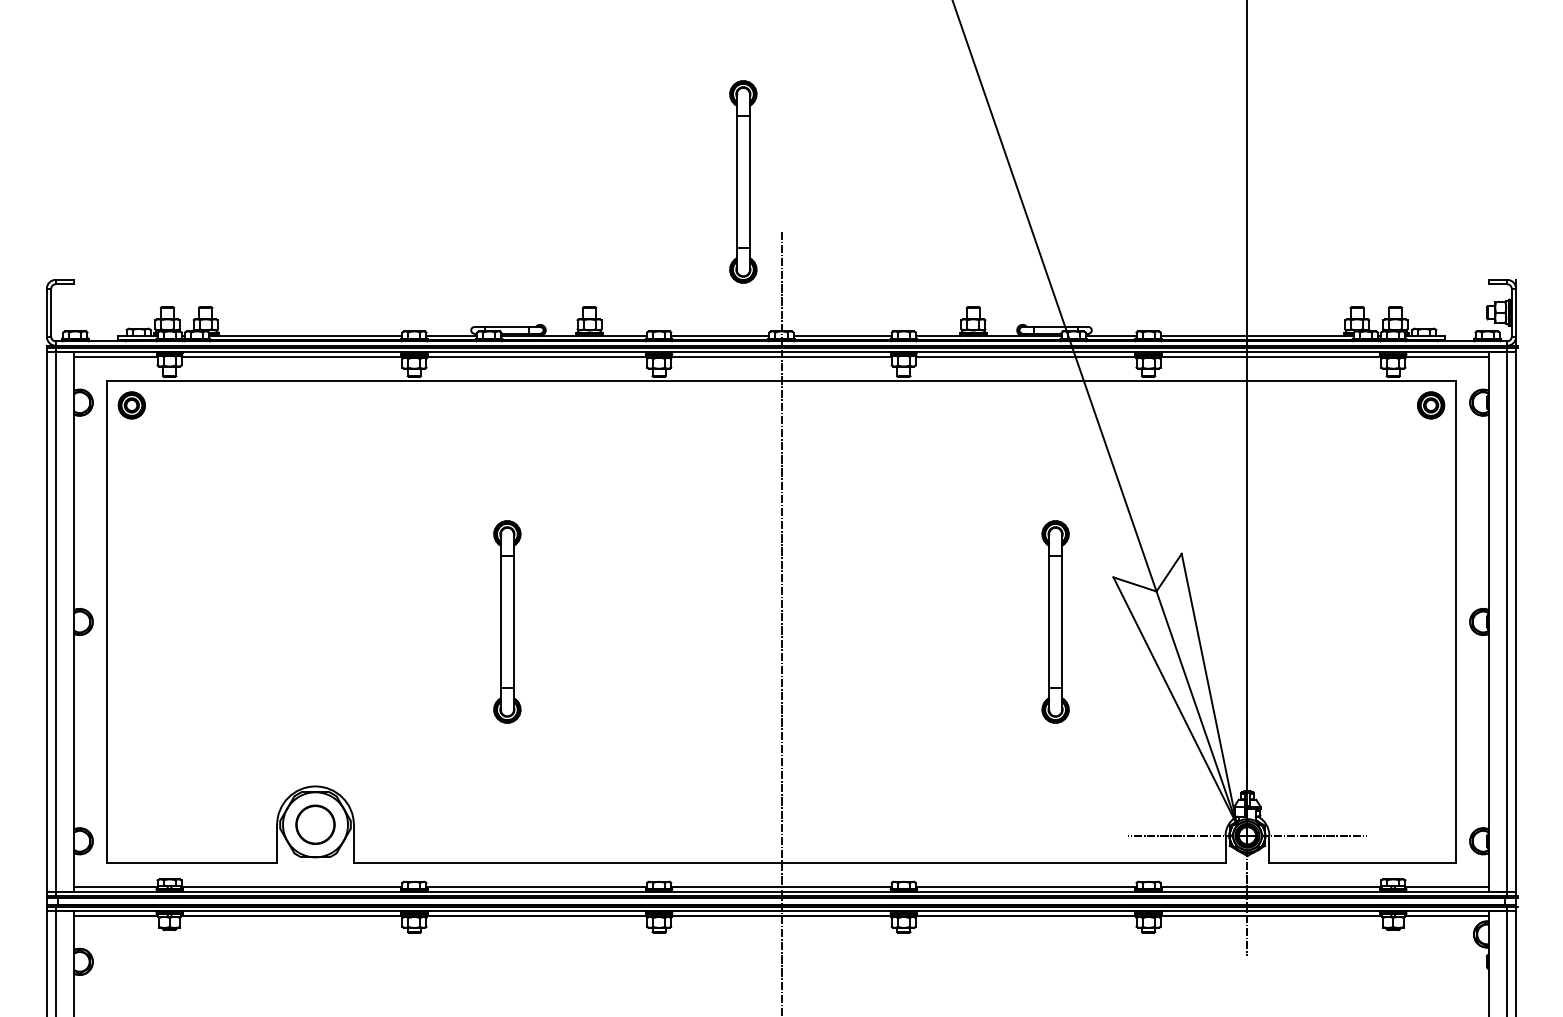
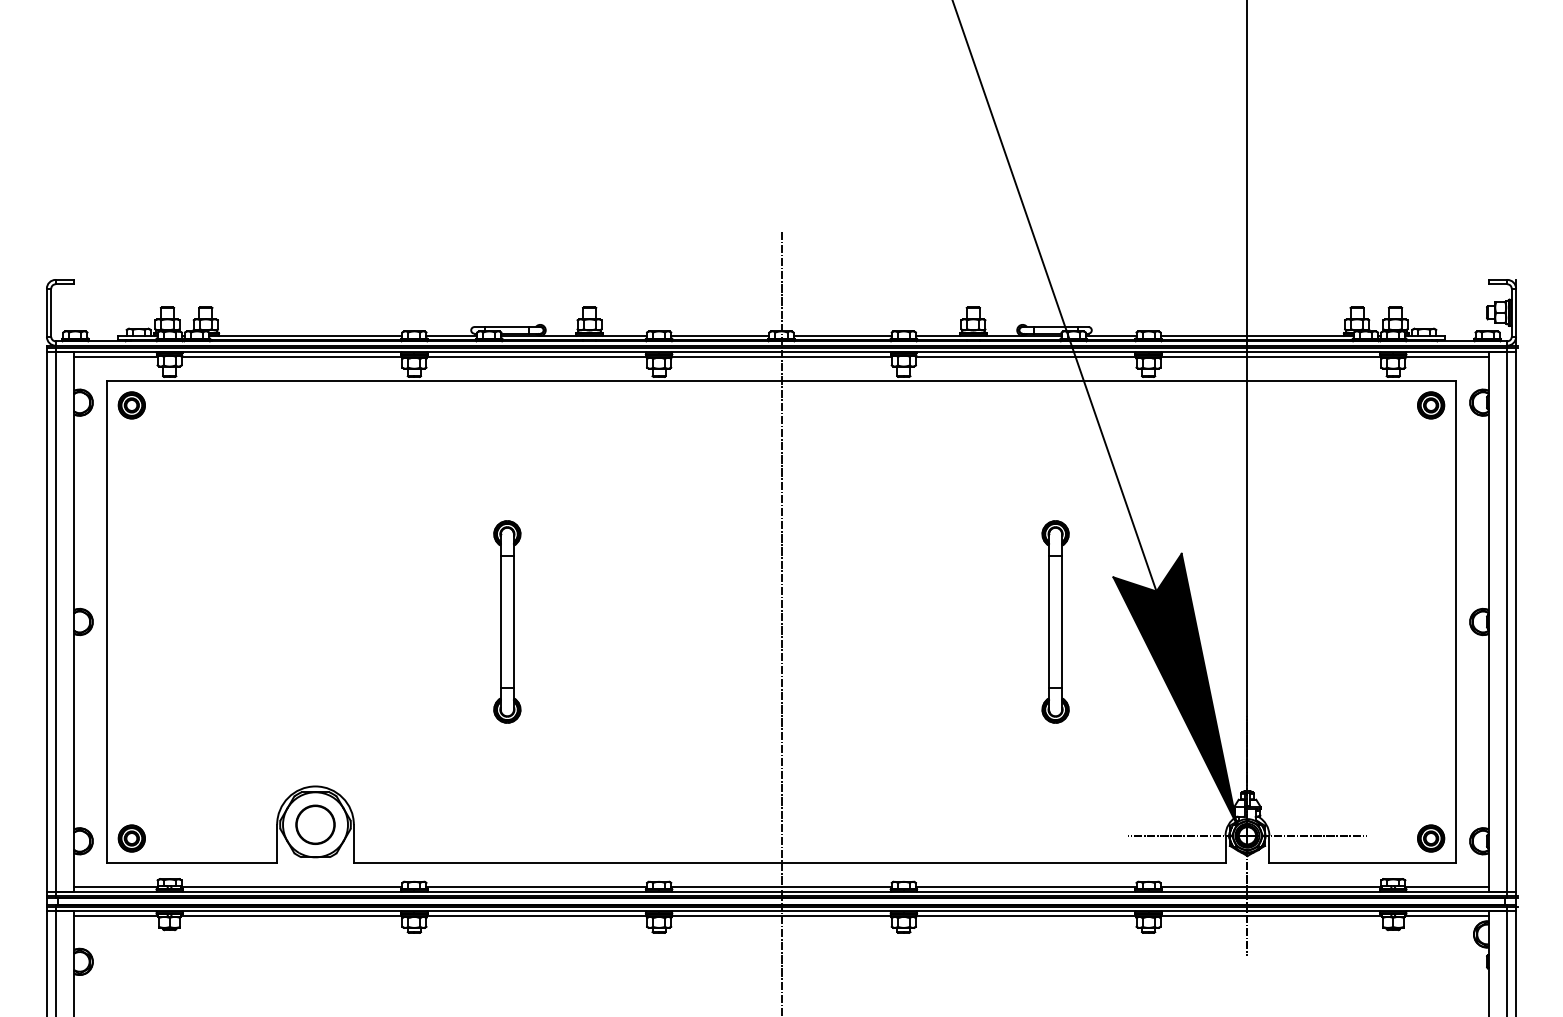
part at (743, 181): present -> none
fill at (1175, 688): none -> present
part at (131, 838): none -> present
part at (1431, 838): none -> present
